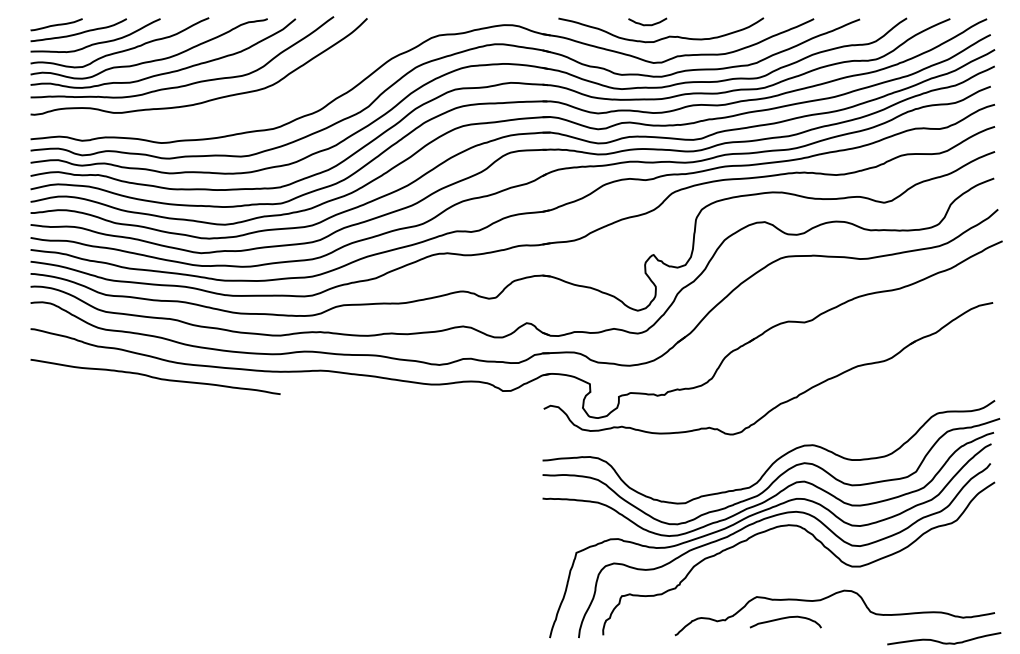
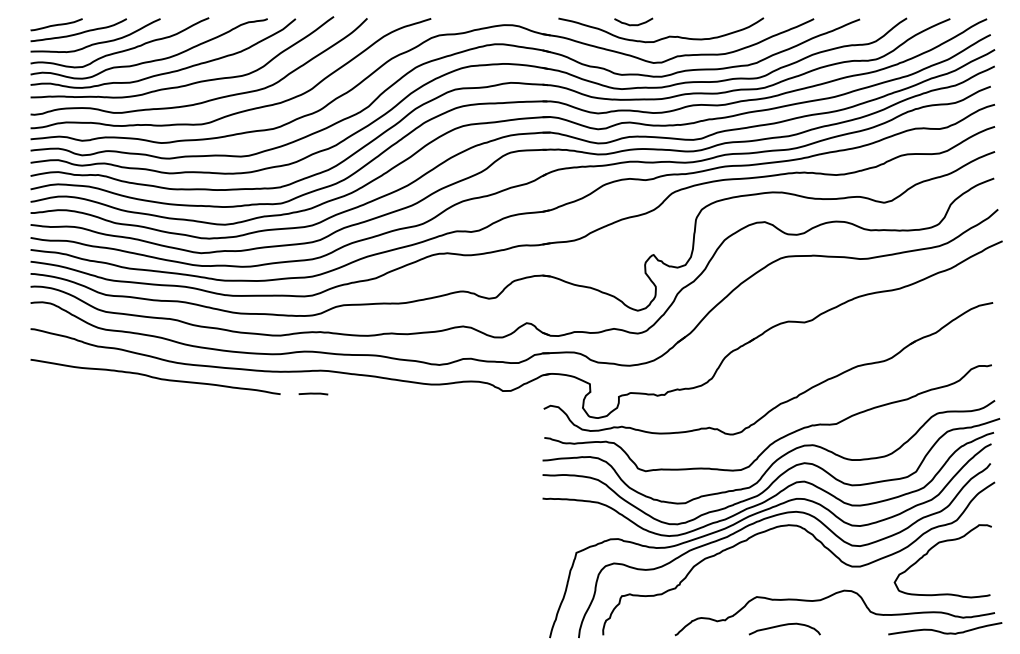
curve at (647, 24) position: (647, 24) -> (633, 24)
curve at (238, 111): none -> present
line at (313, 393): none -> present
curve at (778, 438): none -> present
curve at (934, 547): none -> present
curve at (783, 619) position: (783, 619) -> (782, 626)
curve at (944, 642) position: (944, 642) -> (945, 632)
